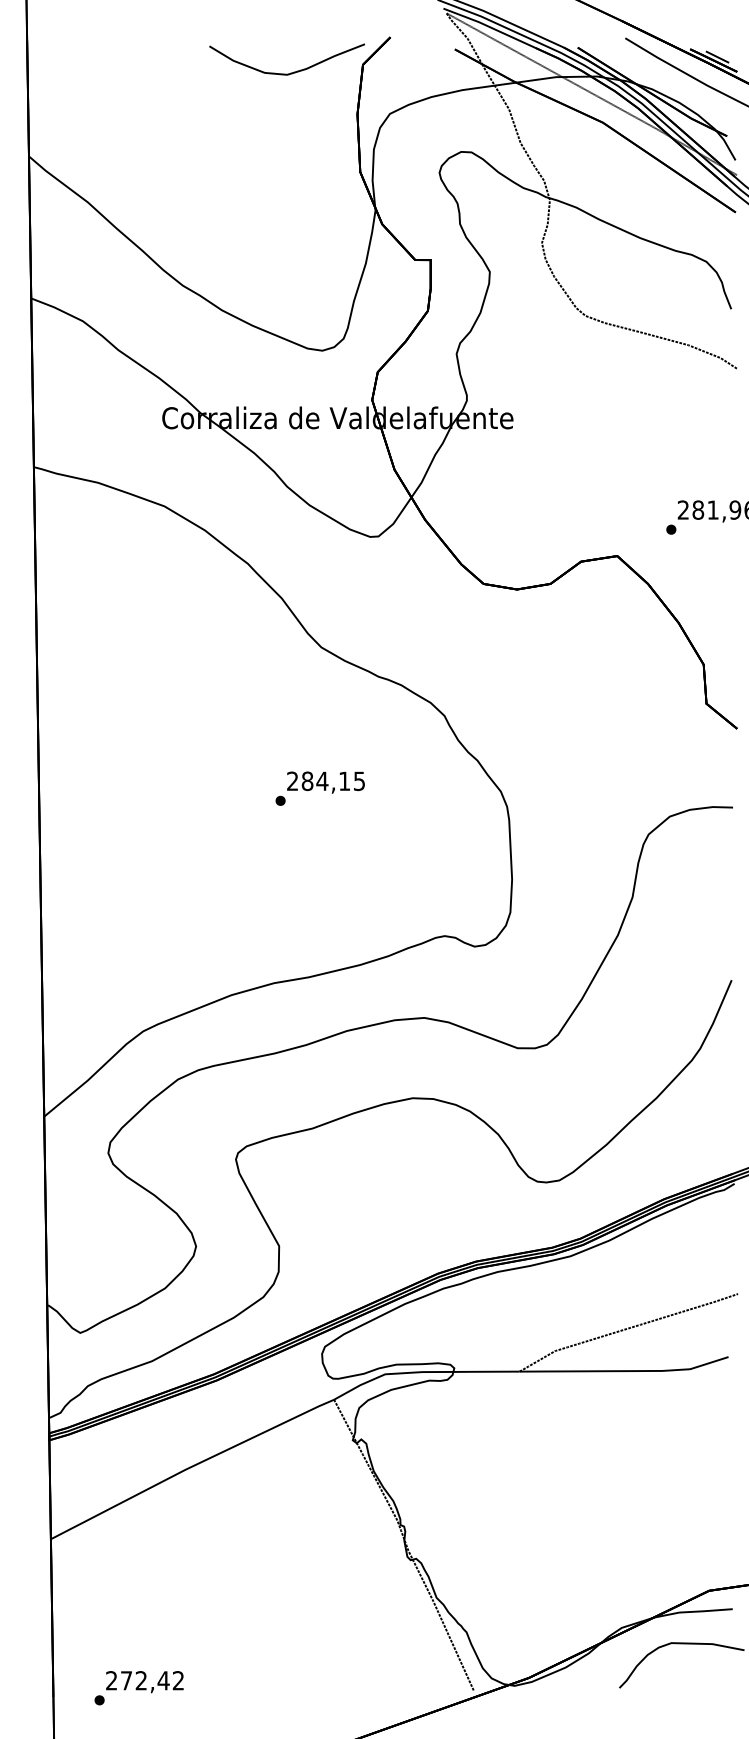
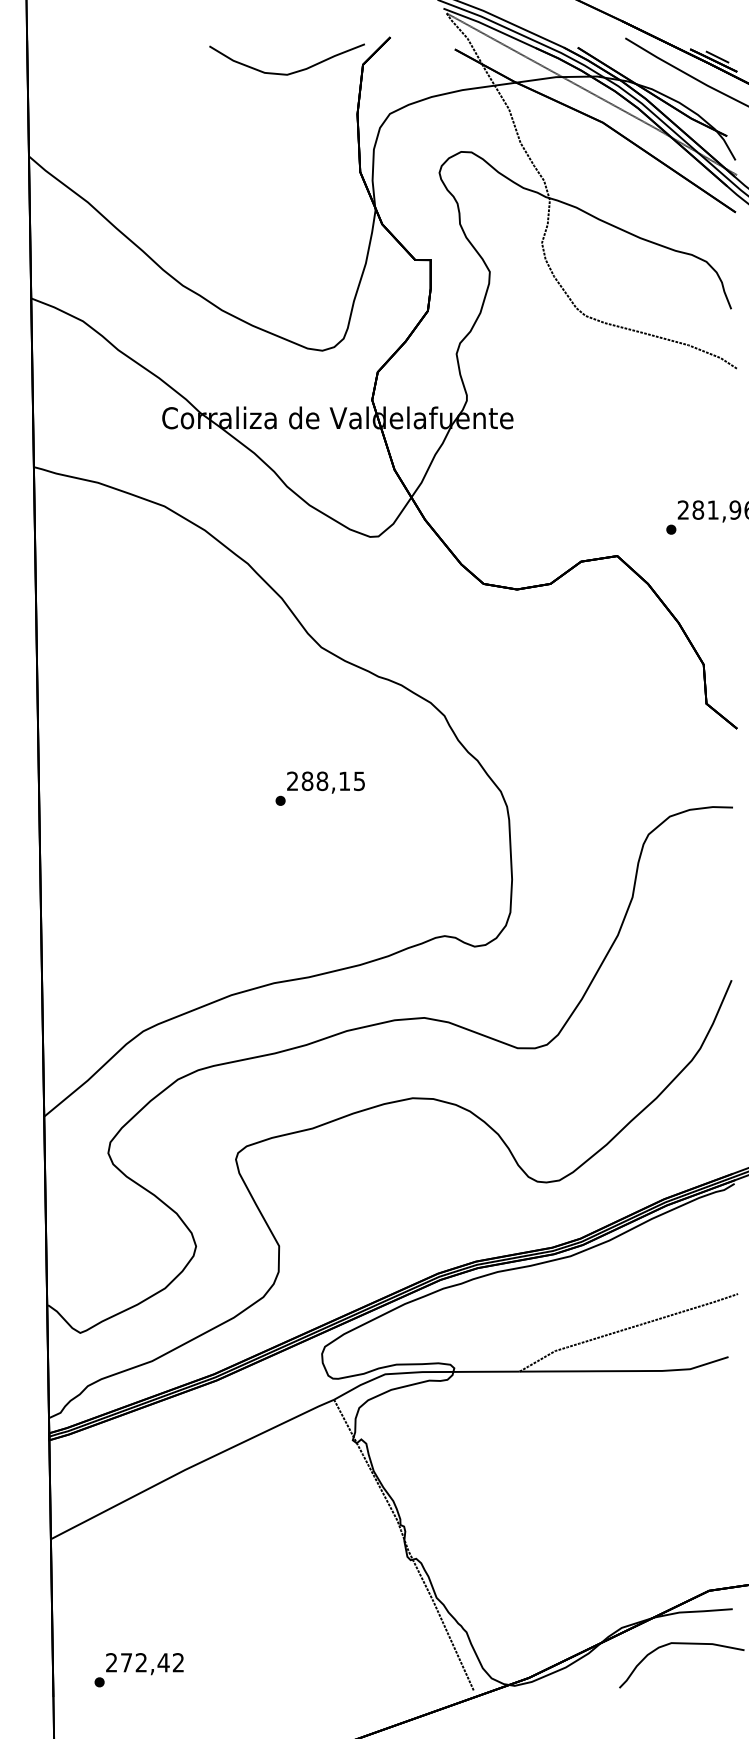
text at (322, 781): 284,15 -> 288,15
text at (138, 1688) position: (138, 1688) -> (138, 1670)
